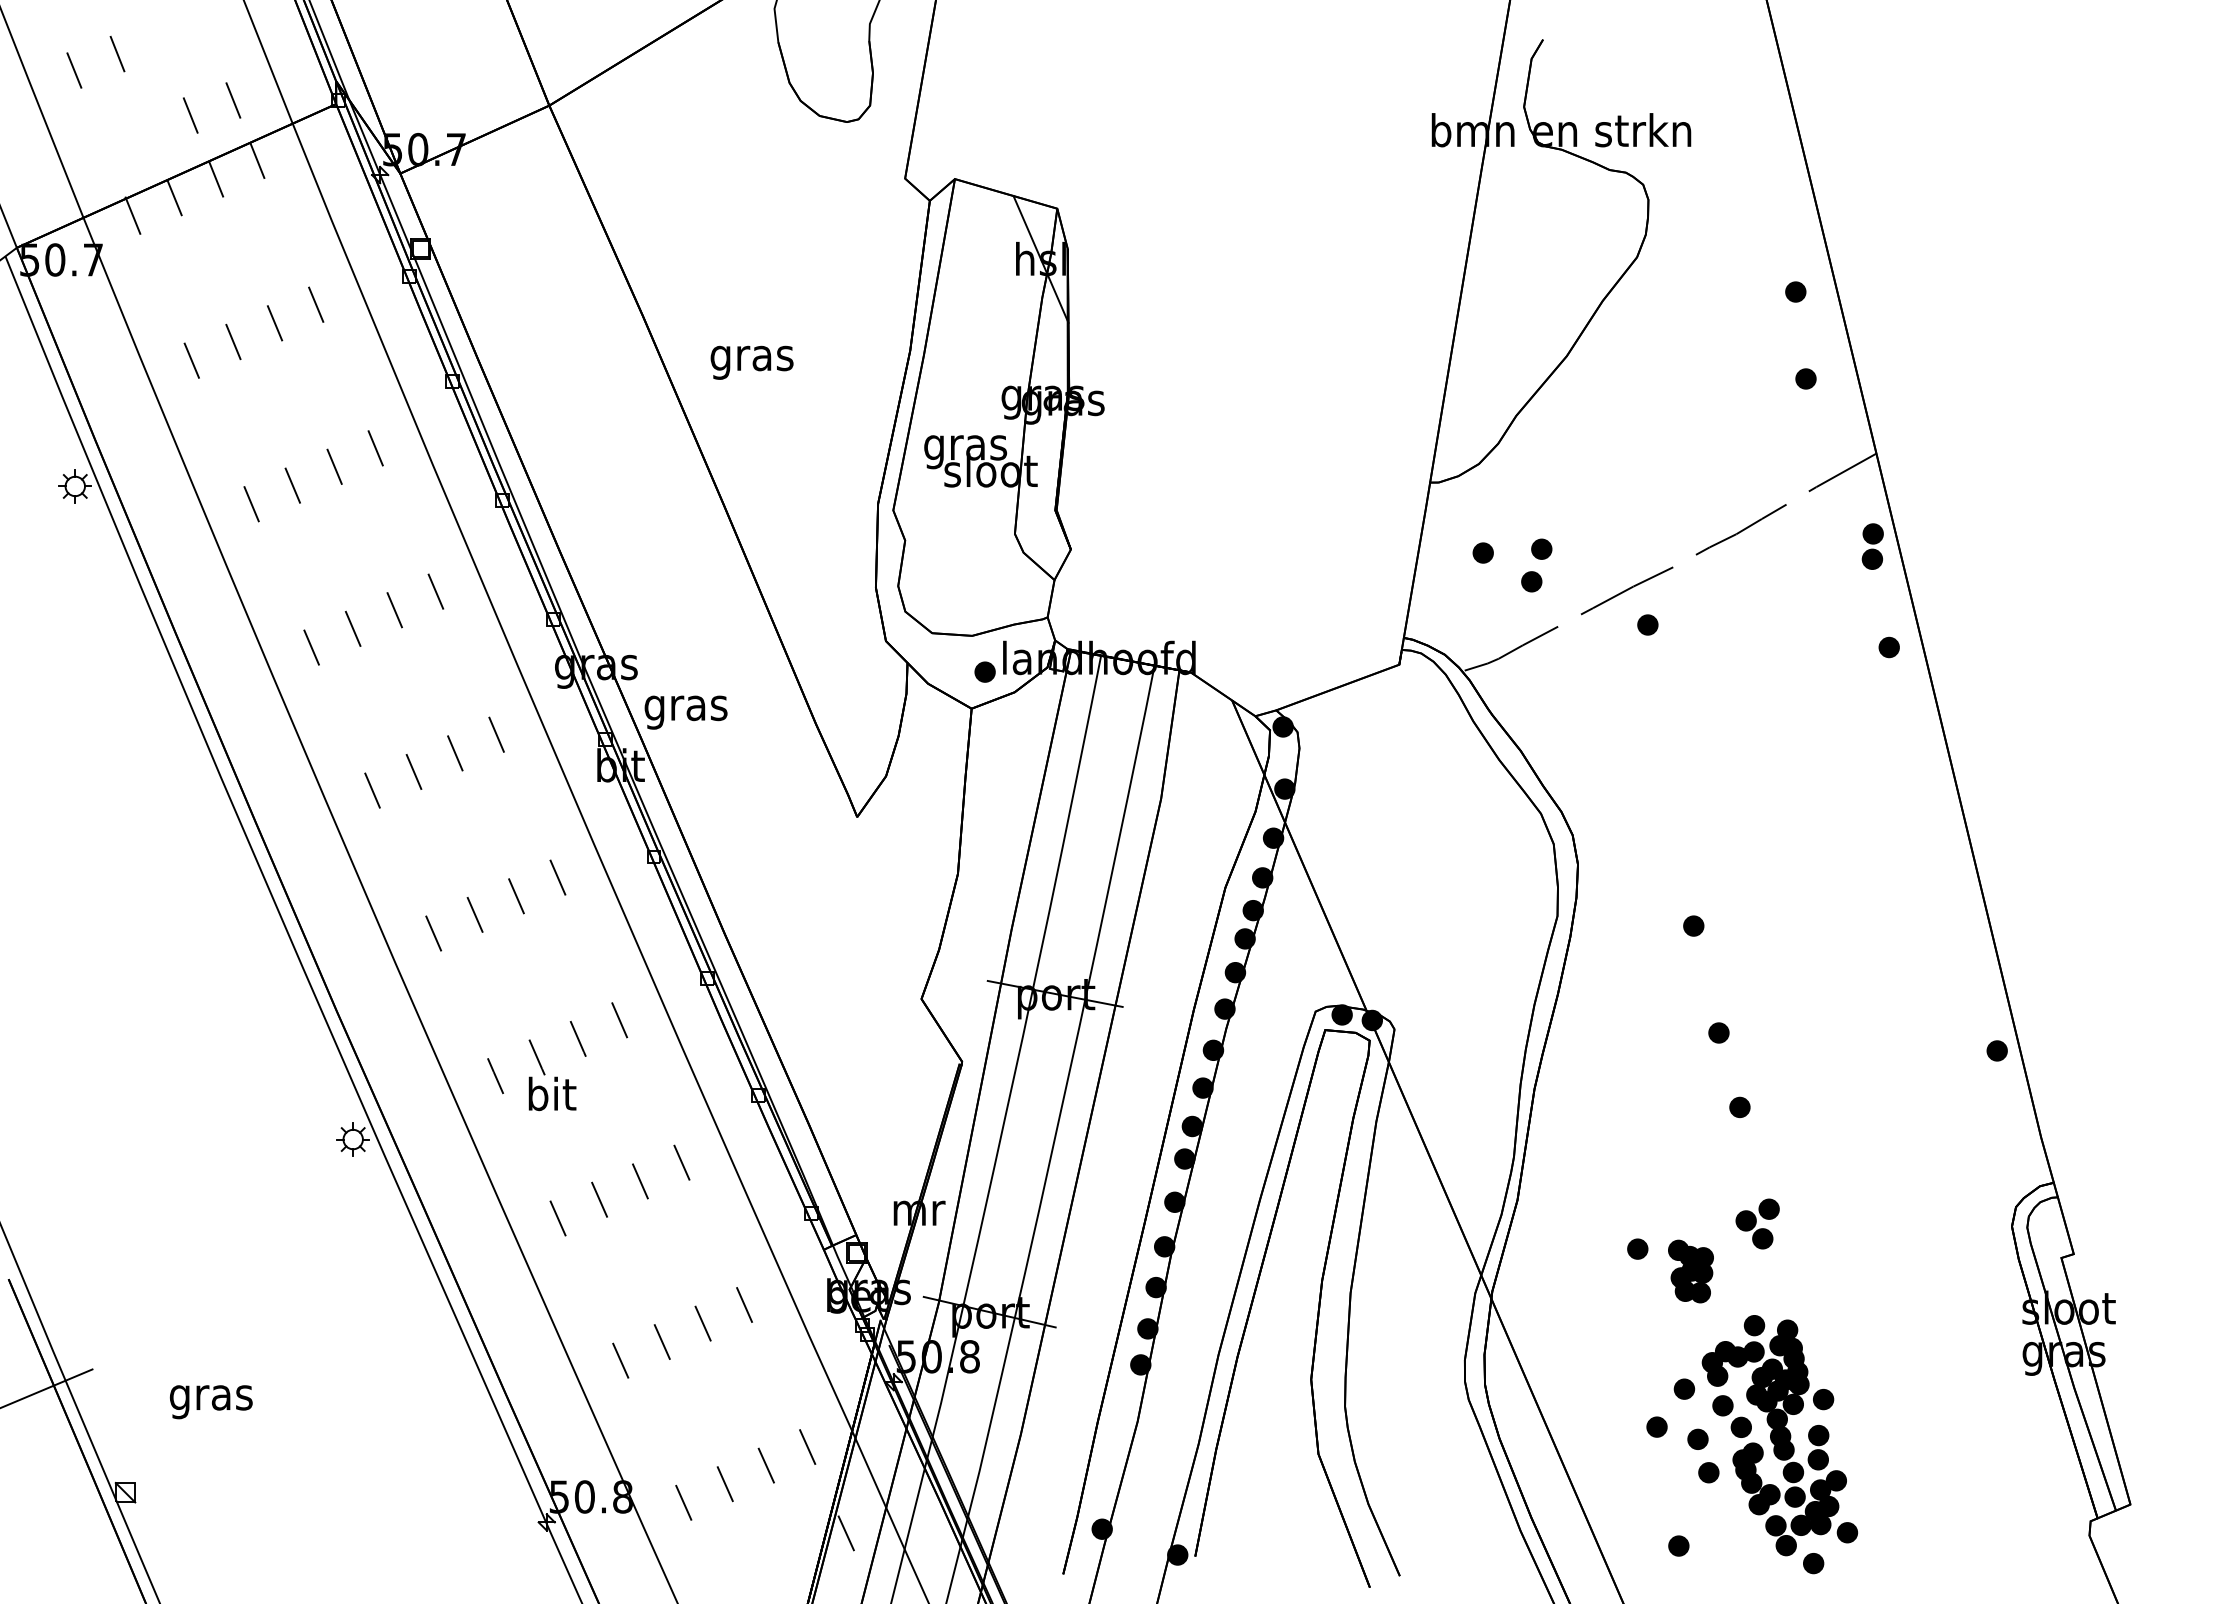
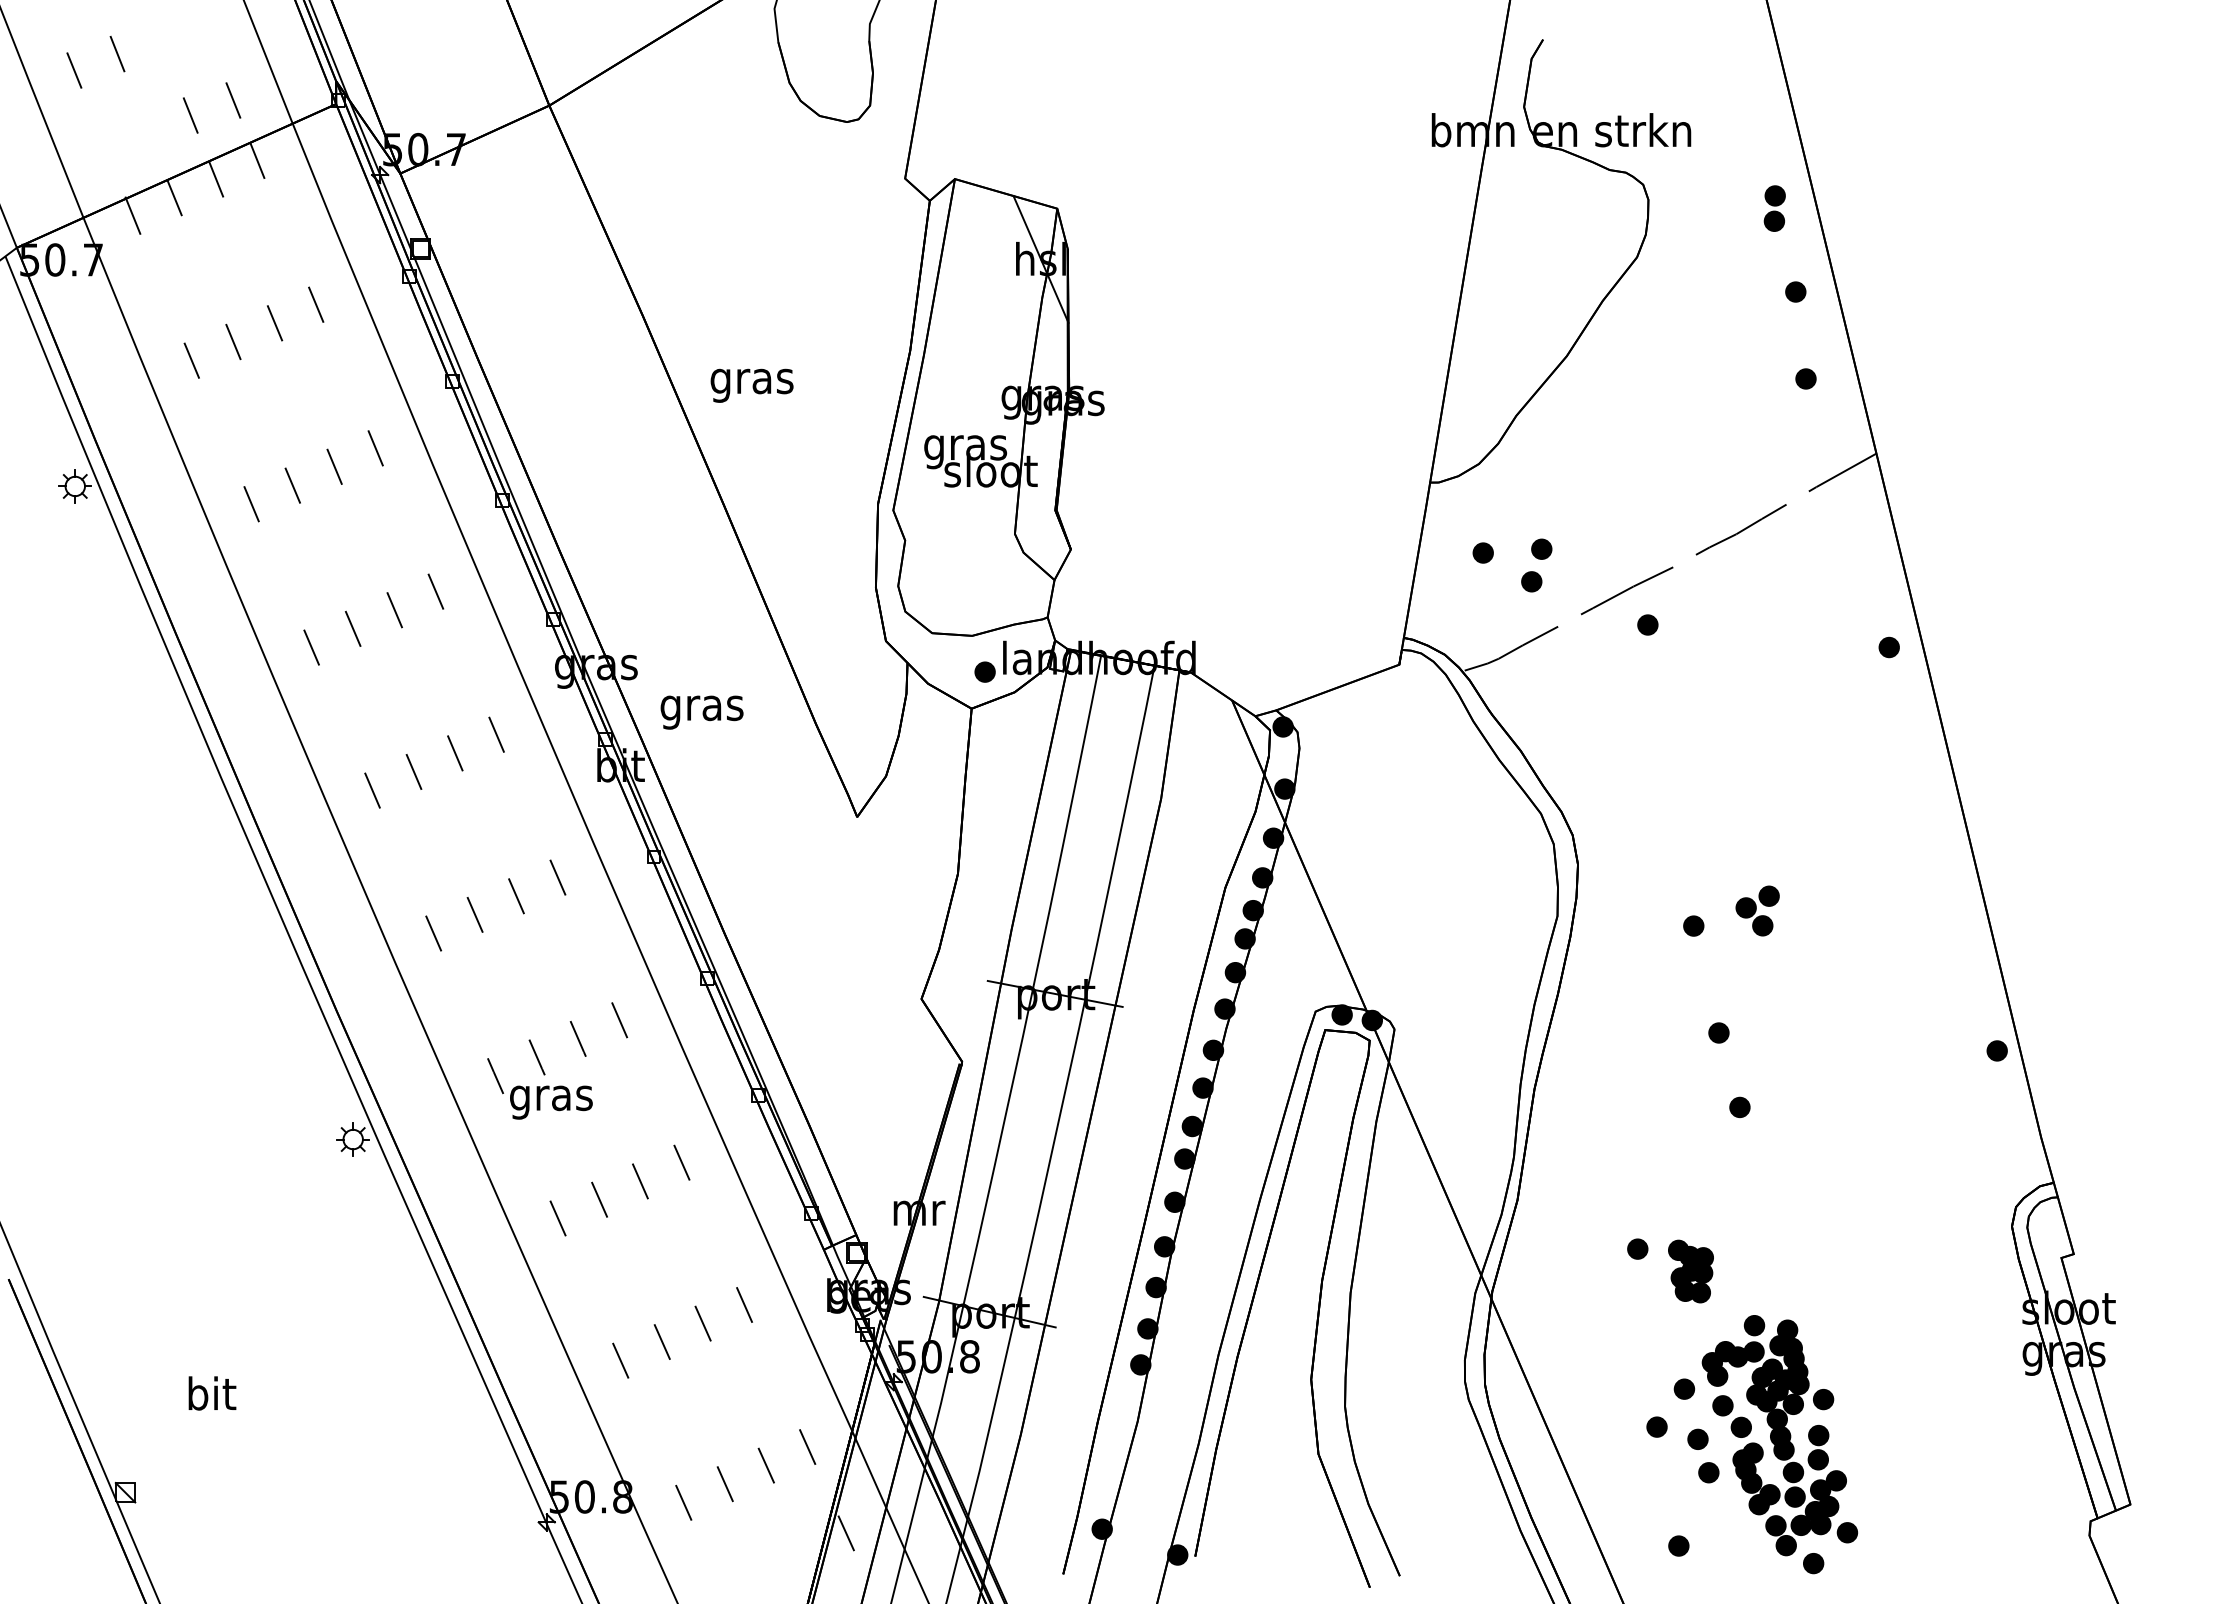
text at (751, 362) position: (751, 362) -> (751, 385)
part at (1872, 546) position: (1872, 546) -> (1774, 208)
text at (685, 712) position: (685, 712) -> (701, 712)
text at (551, 1097): bit -> gras
part at (1757, 1223) position: (1757, 1223) -> (1757, 910)
line at (47, 1388): present -> none
text at (210, 1397): gras -> bit
